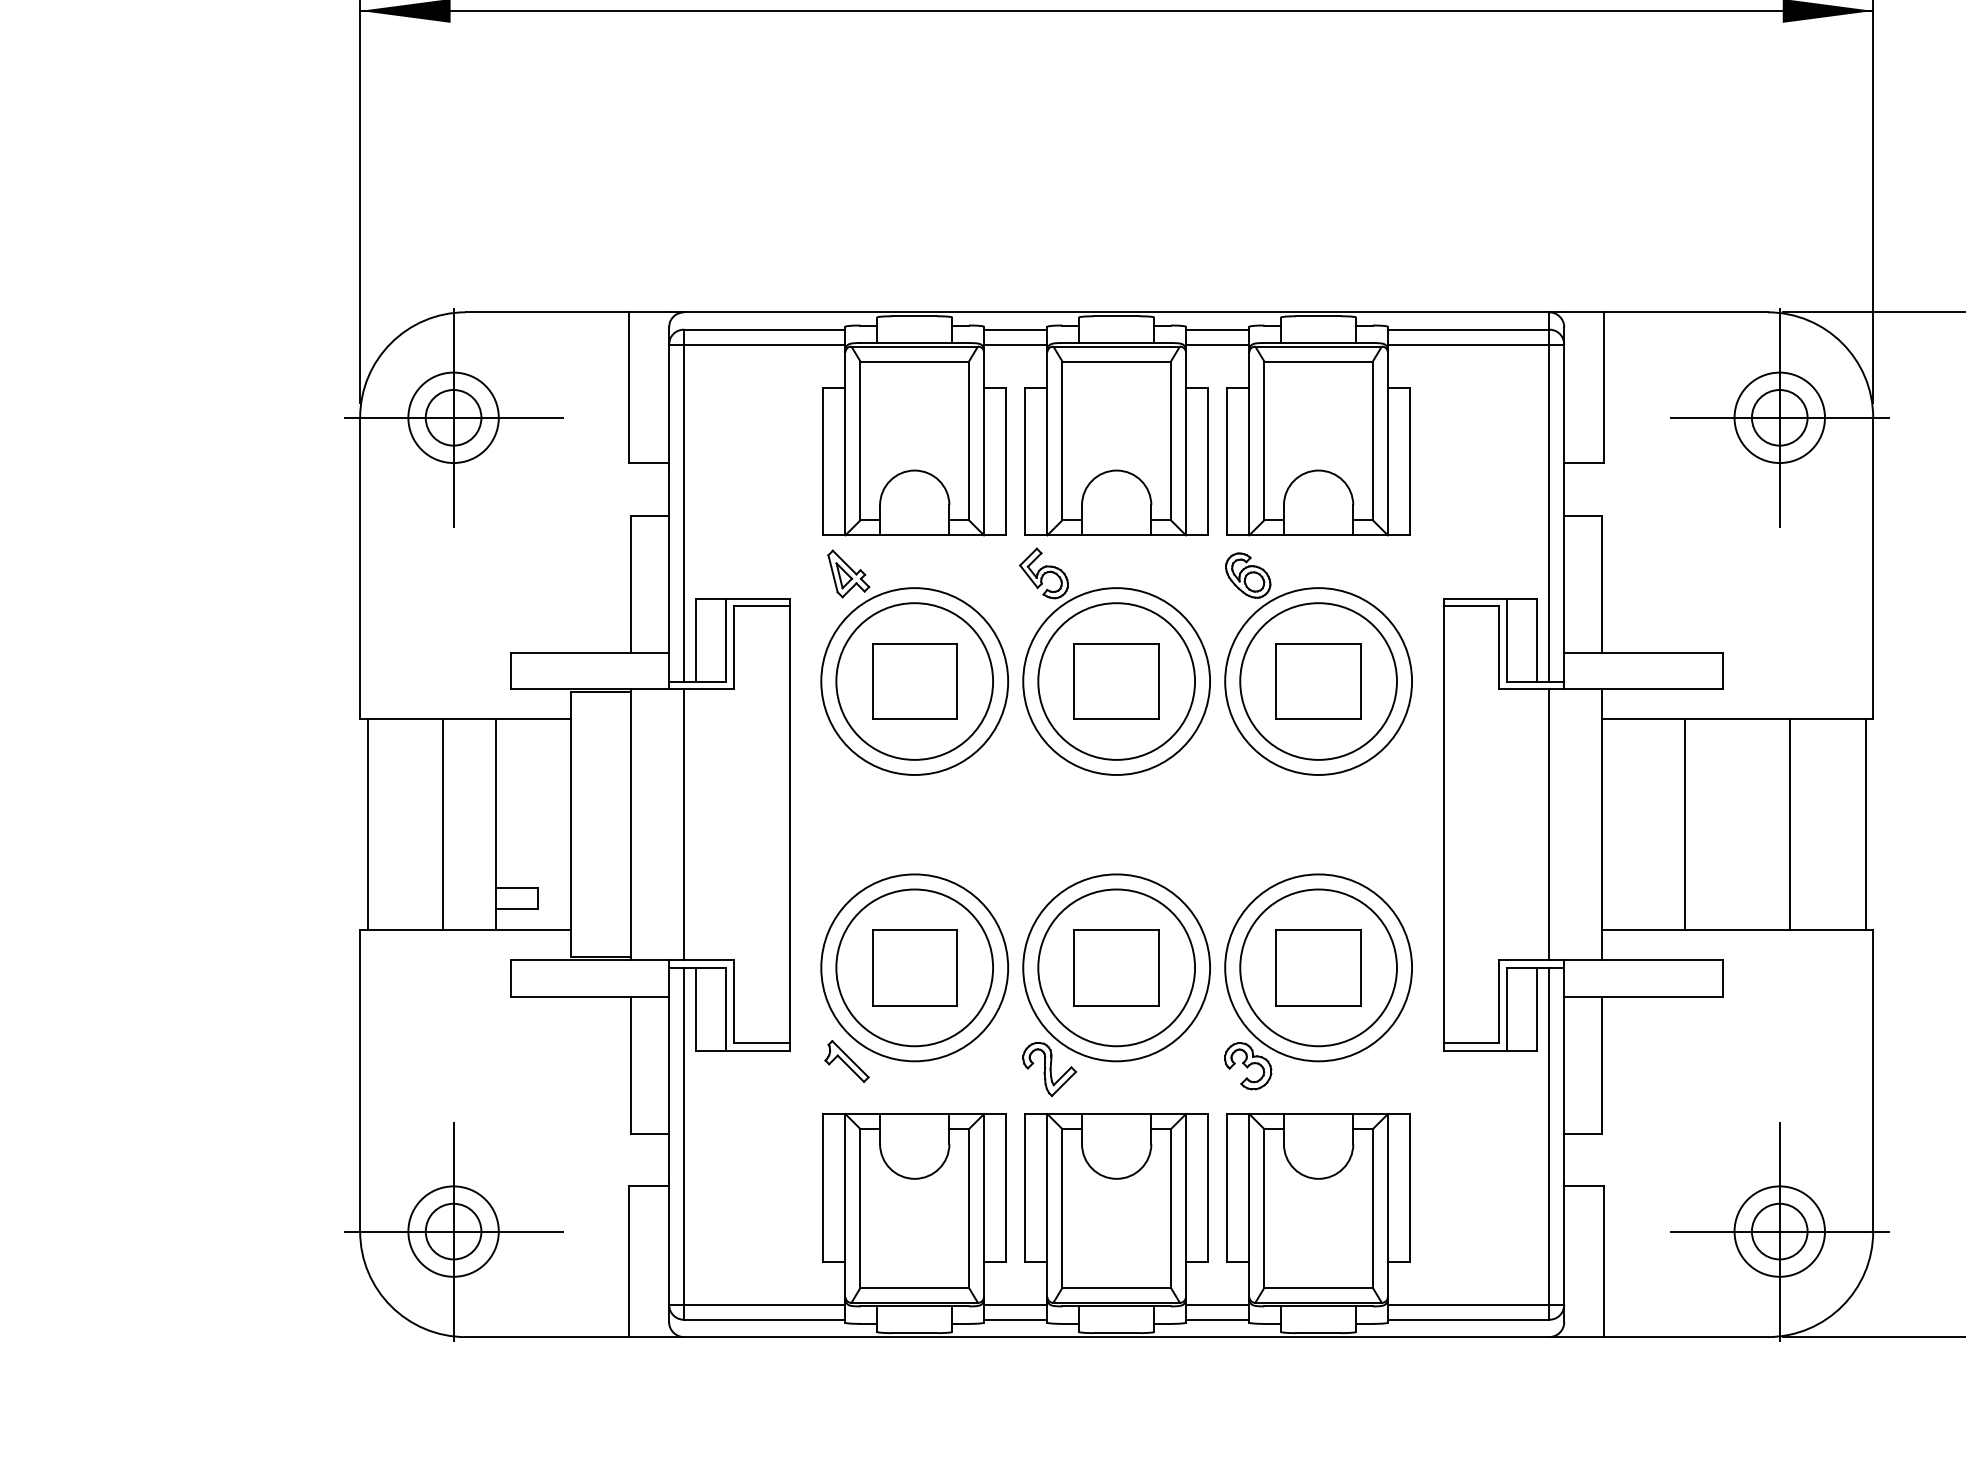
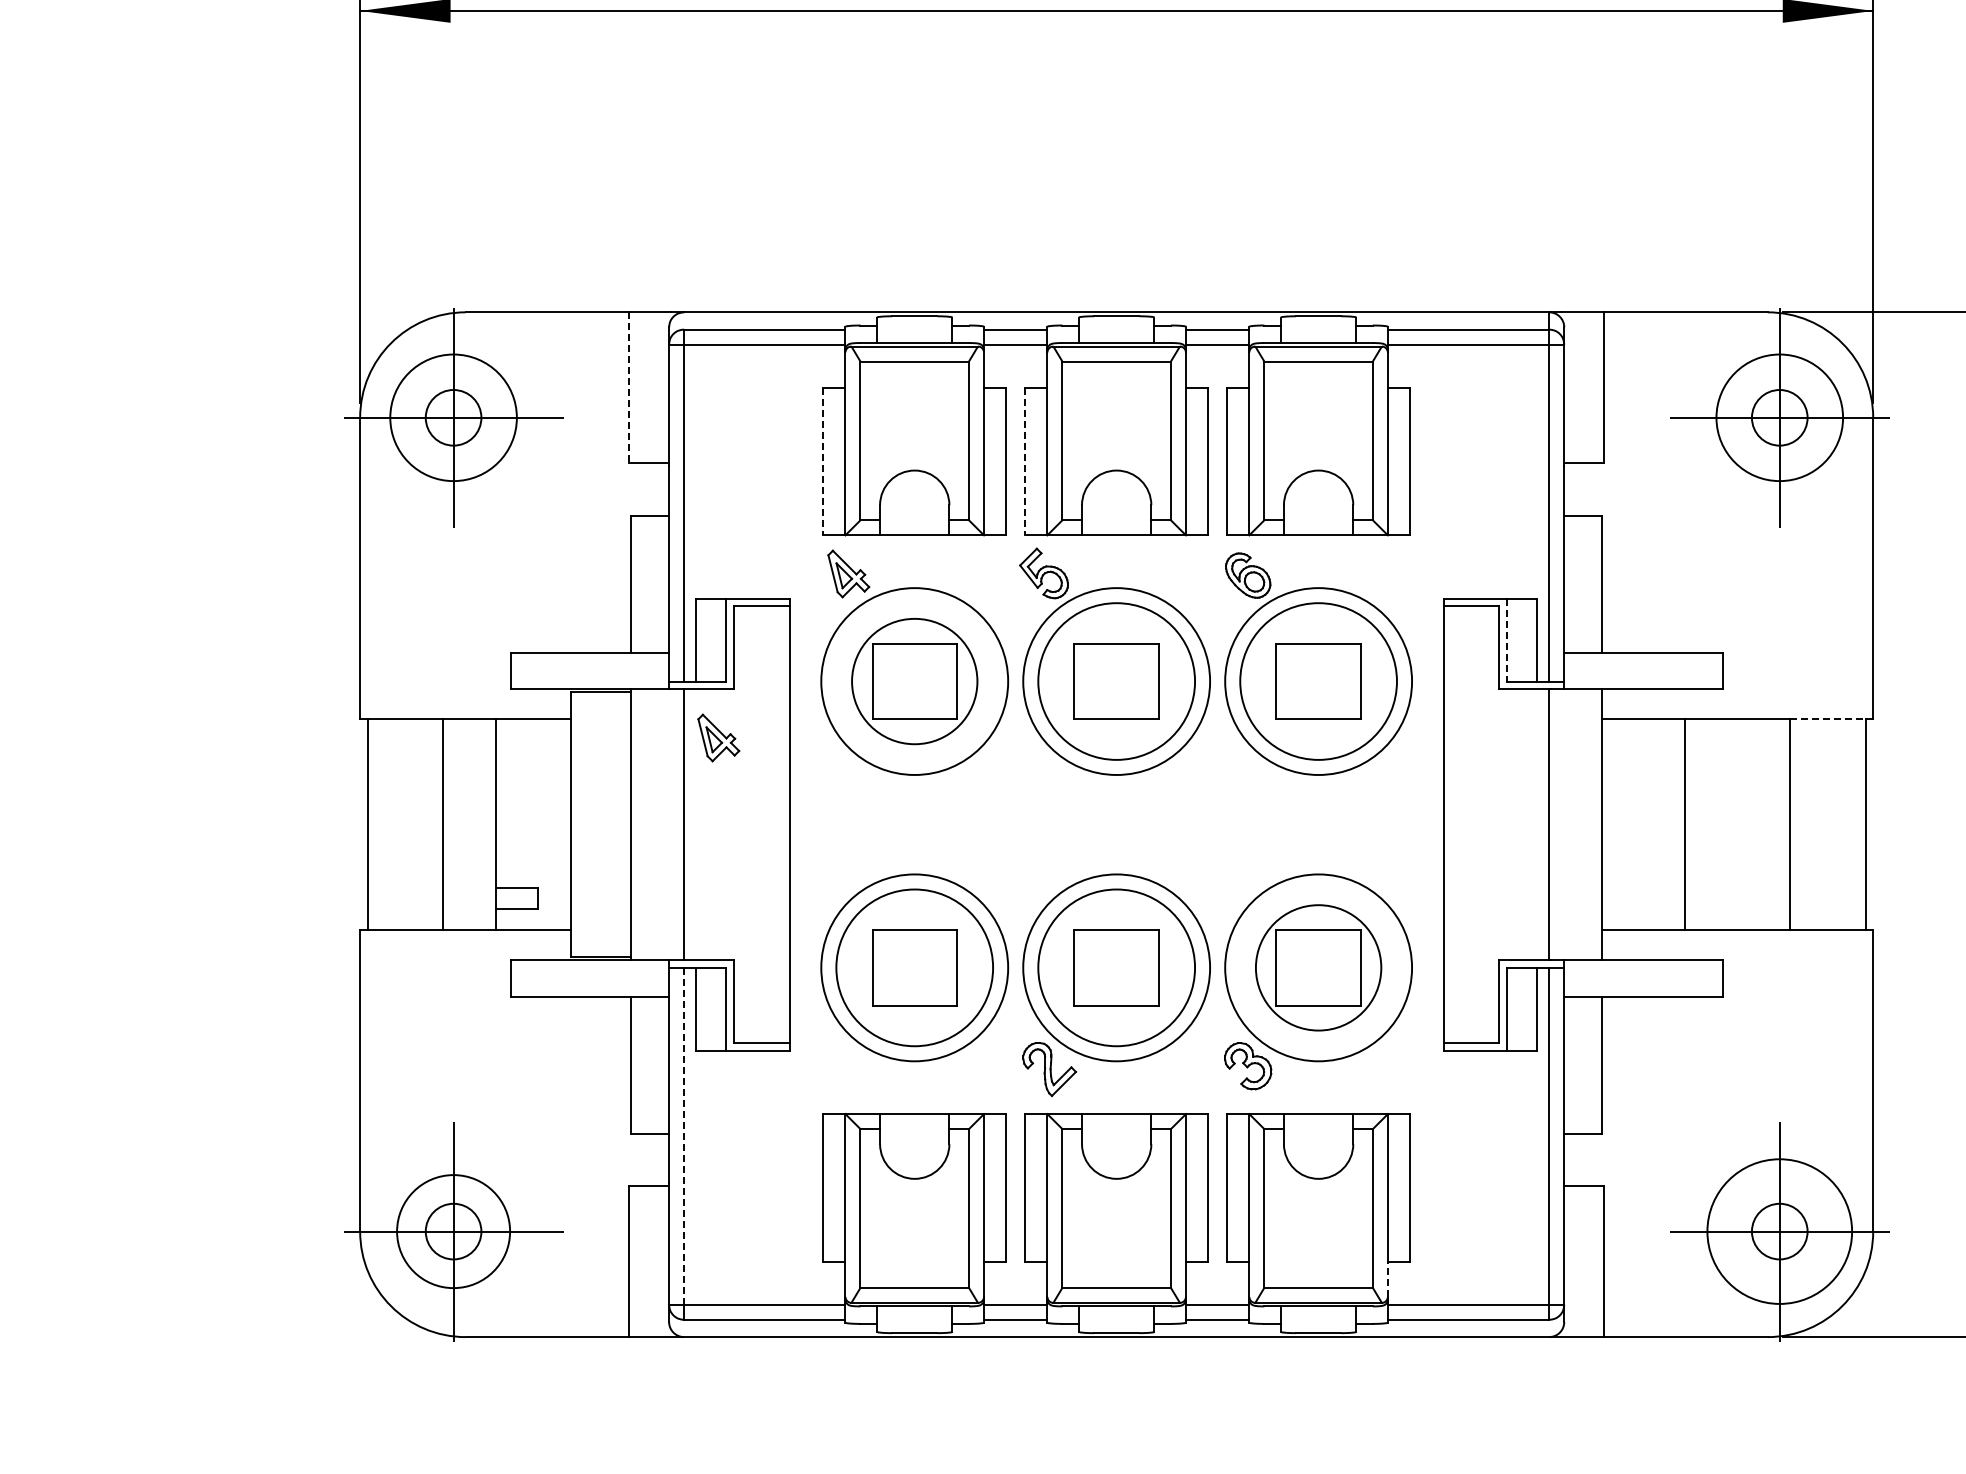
line at (629, 388): solid -> dashed
circle at (453, 417) diameter: 90 px -> 127 px
circle at (1779, 417) diameter: 90 px -> 127 px
line at (823, 461): solid -> dashed
line at (1024, 461): solid -> dashed
line at (1507, 640): solid -> dashed
circle at (914, 681) diameter: 157 px -> 125 px
line at (1827, 719): solid -> dashed
part at (718, 737): none -> present
circle at (1318, 967) diameter: 157 px -> 125 px
part at (846, 1061): present -> none
line at (684, 1135): solid -> dashed
circle at (453, 1231) diameter: 90 px -> 113 px
circle at (1779, 1231) diameter: 90 px -> 145 px
line at (1387, 1279): solid -> dashed
